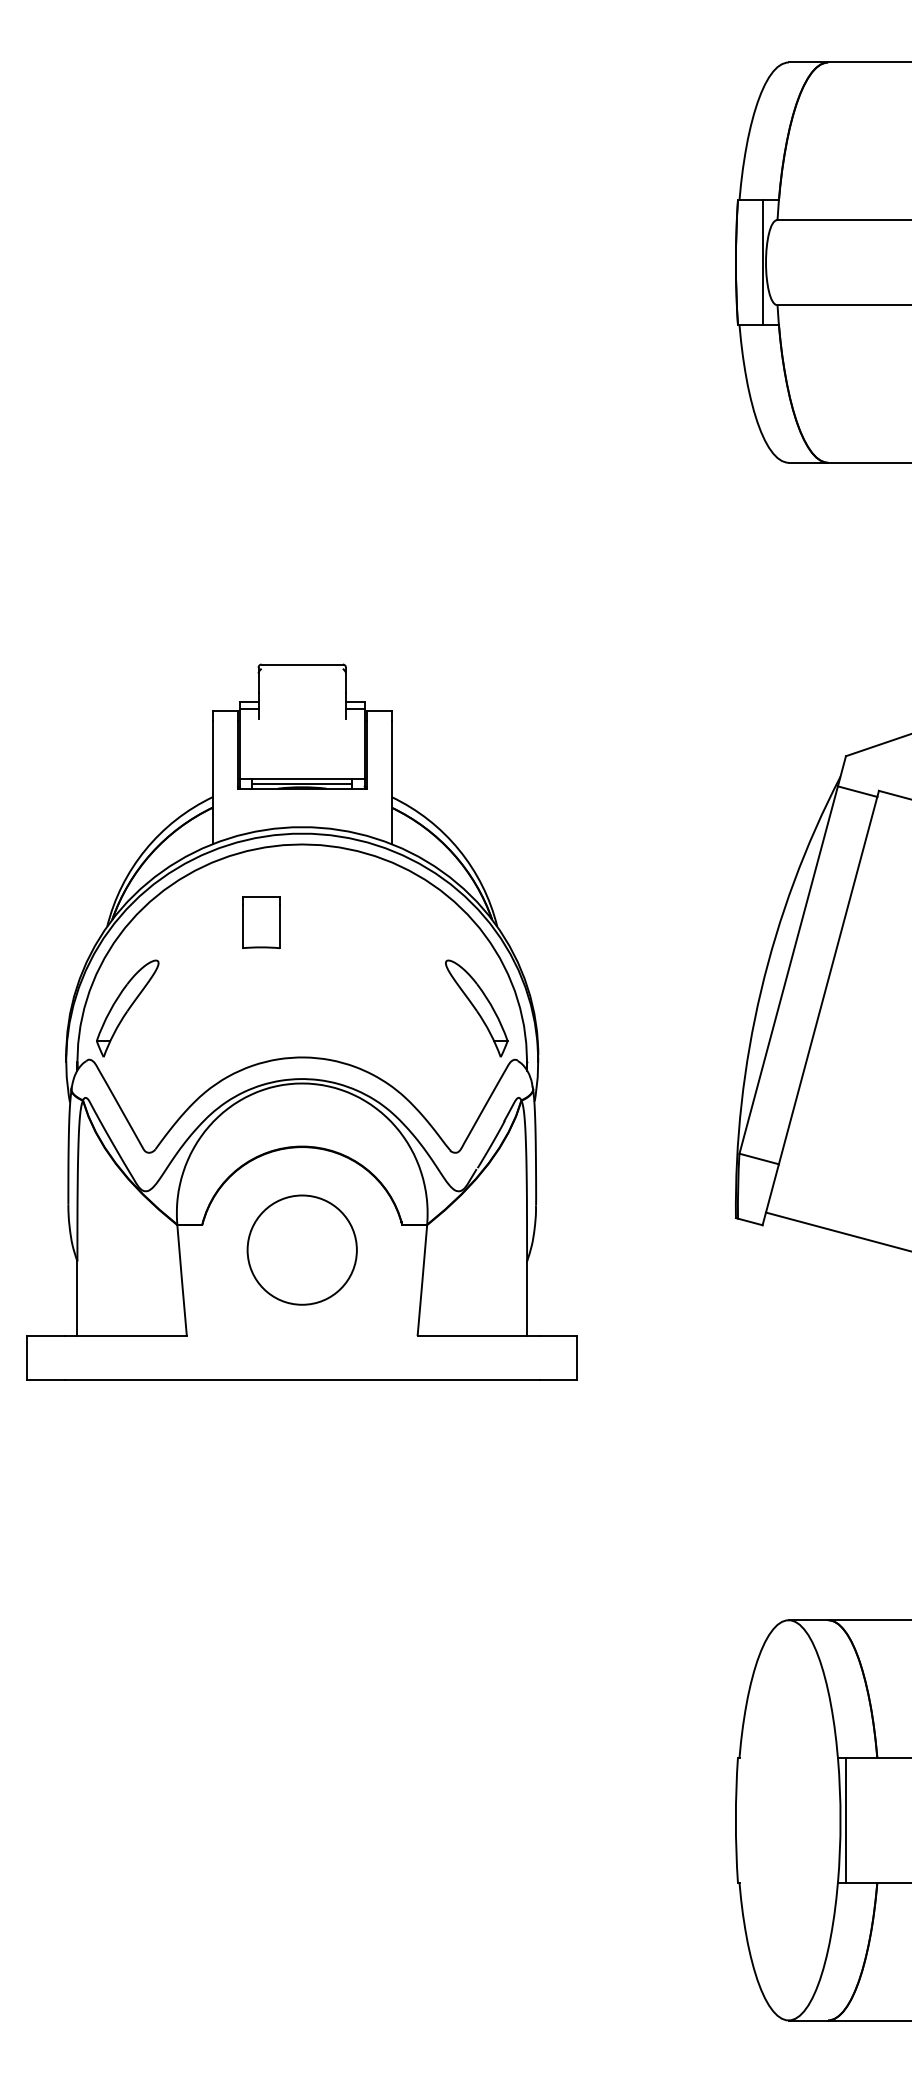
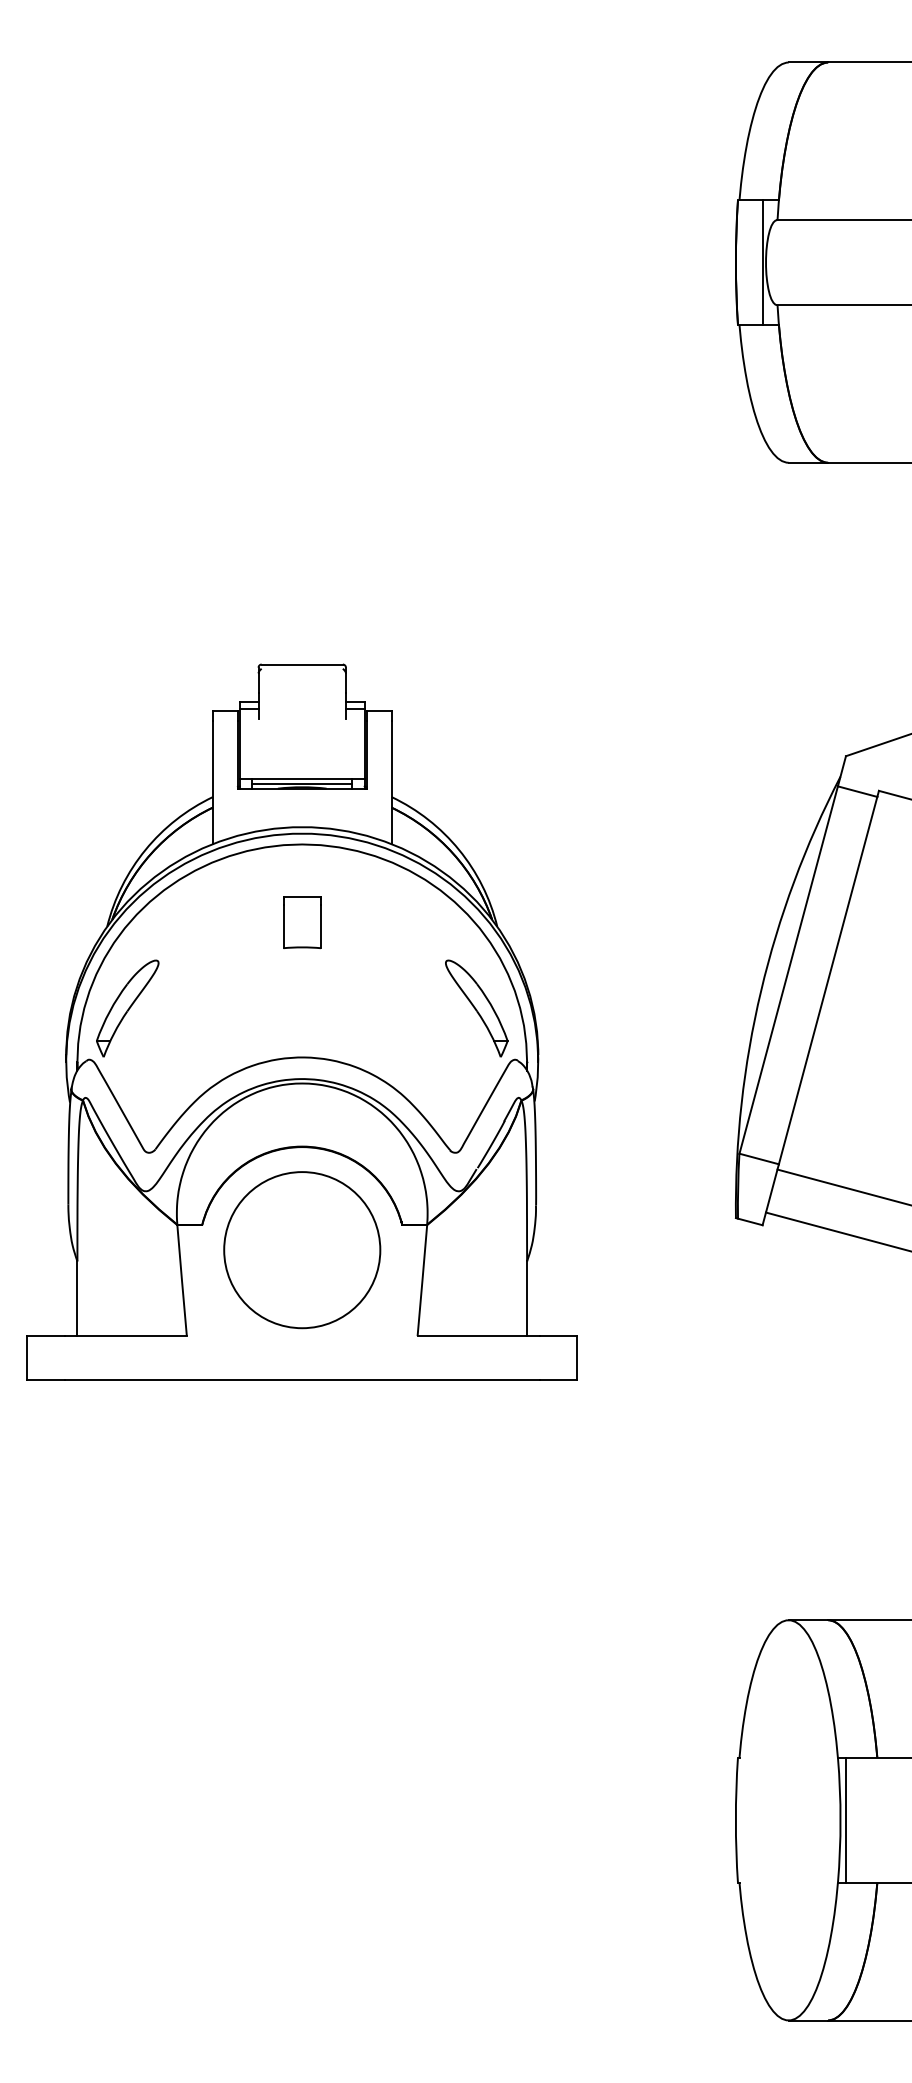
part at (261, 922) position: (261, 922) -> (302, 922)
line at (842, 1186): none -> present
circle at (301, 1249) diameter: 109 px -> 156 px
